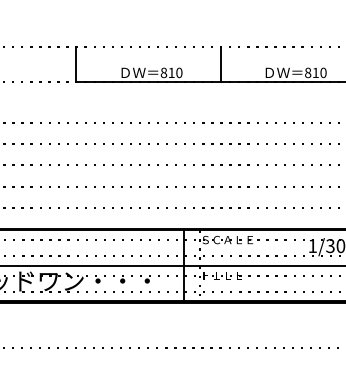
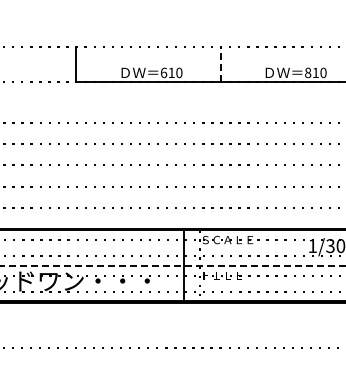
line at (220, 64): solid -> dashed
text at (163, 72): 810 -> 610
line at (173, 265): solid -> dashed
